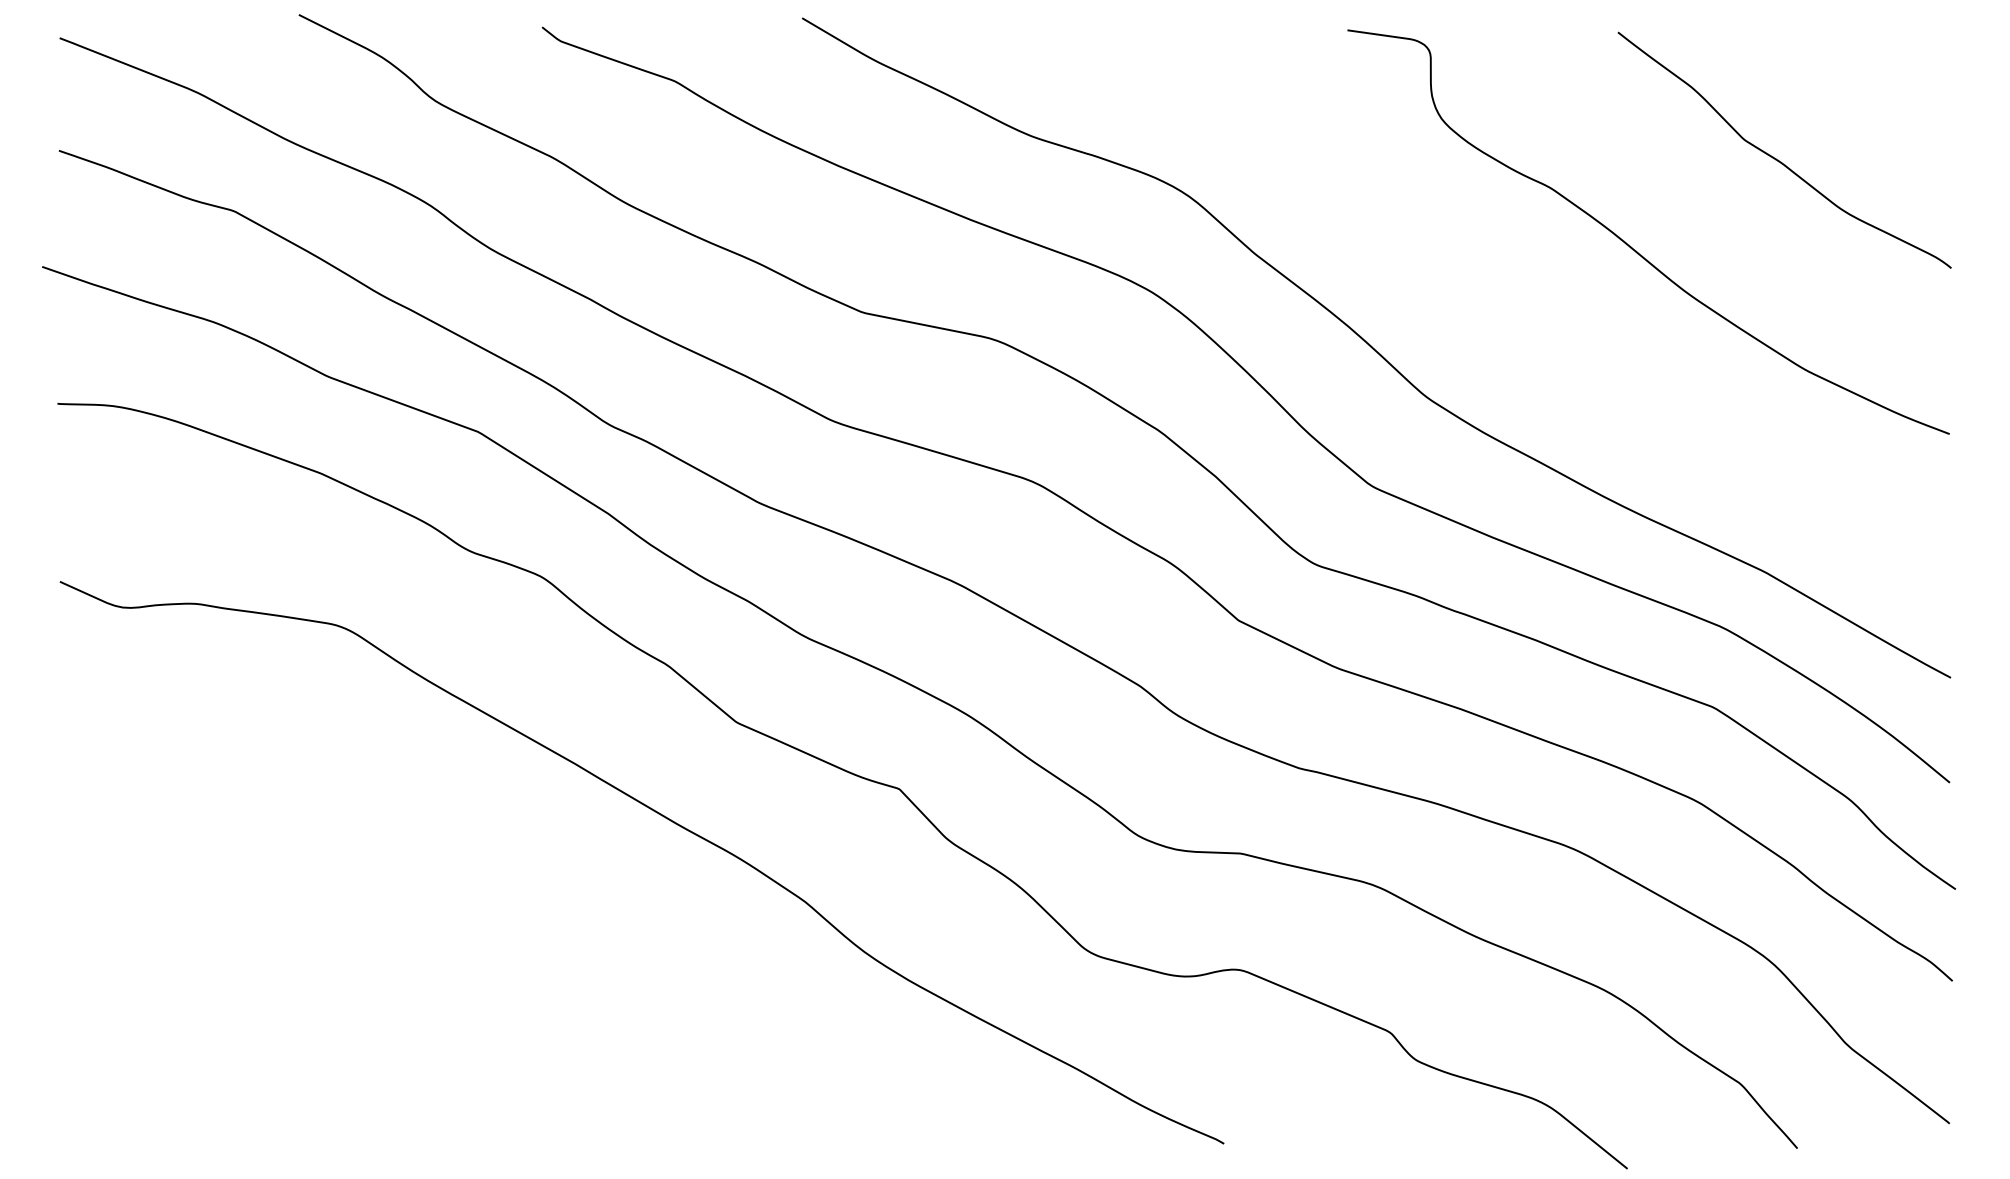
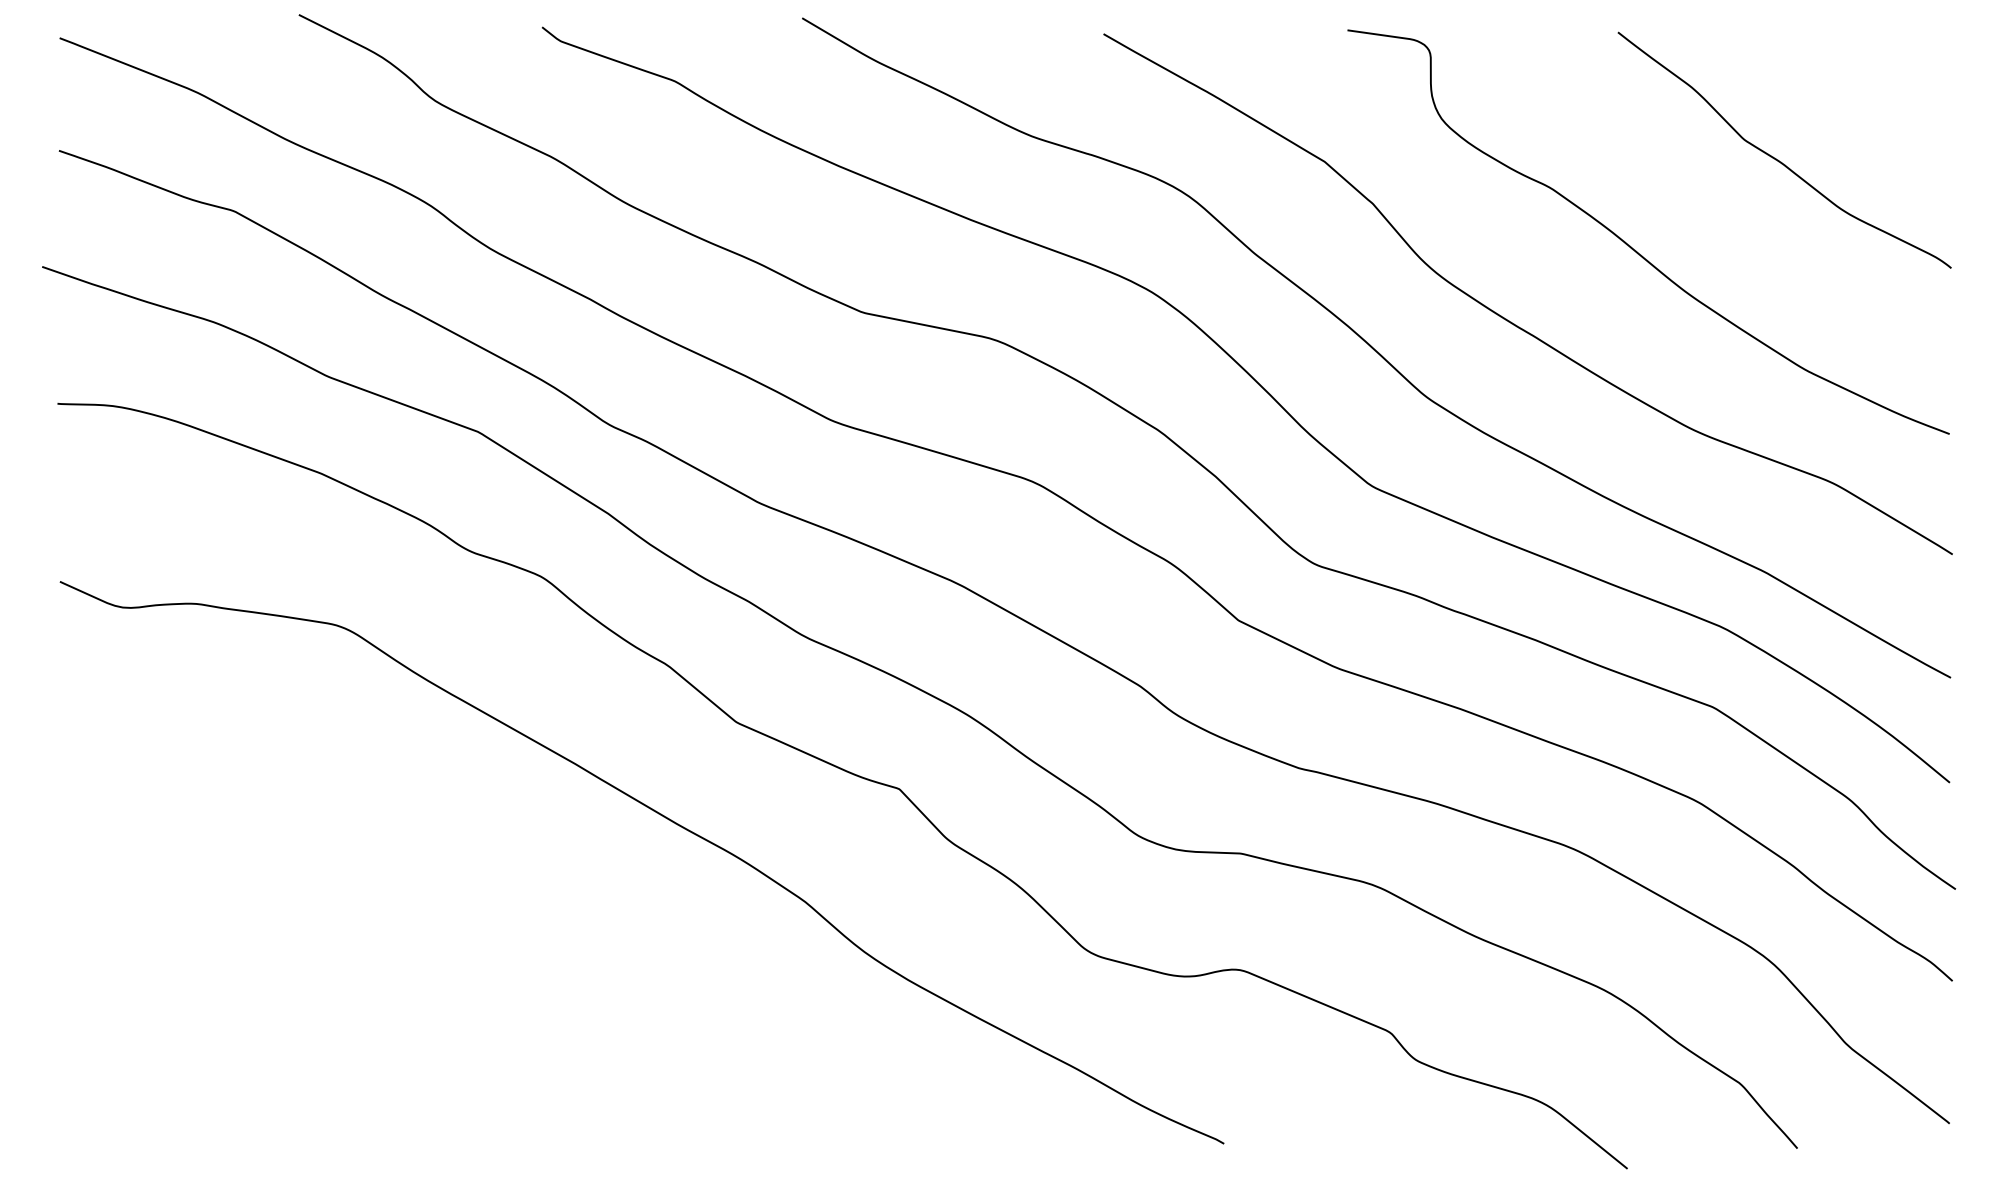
curve at (1511, 321): none -> present
